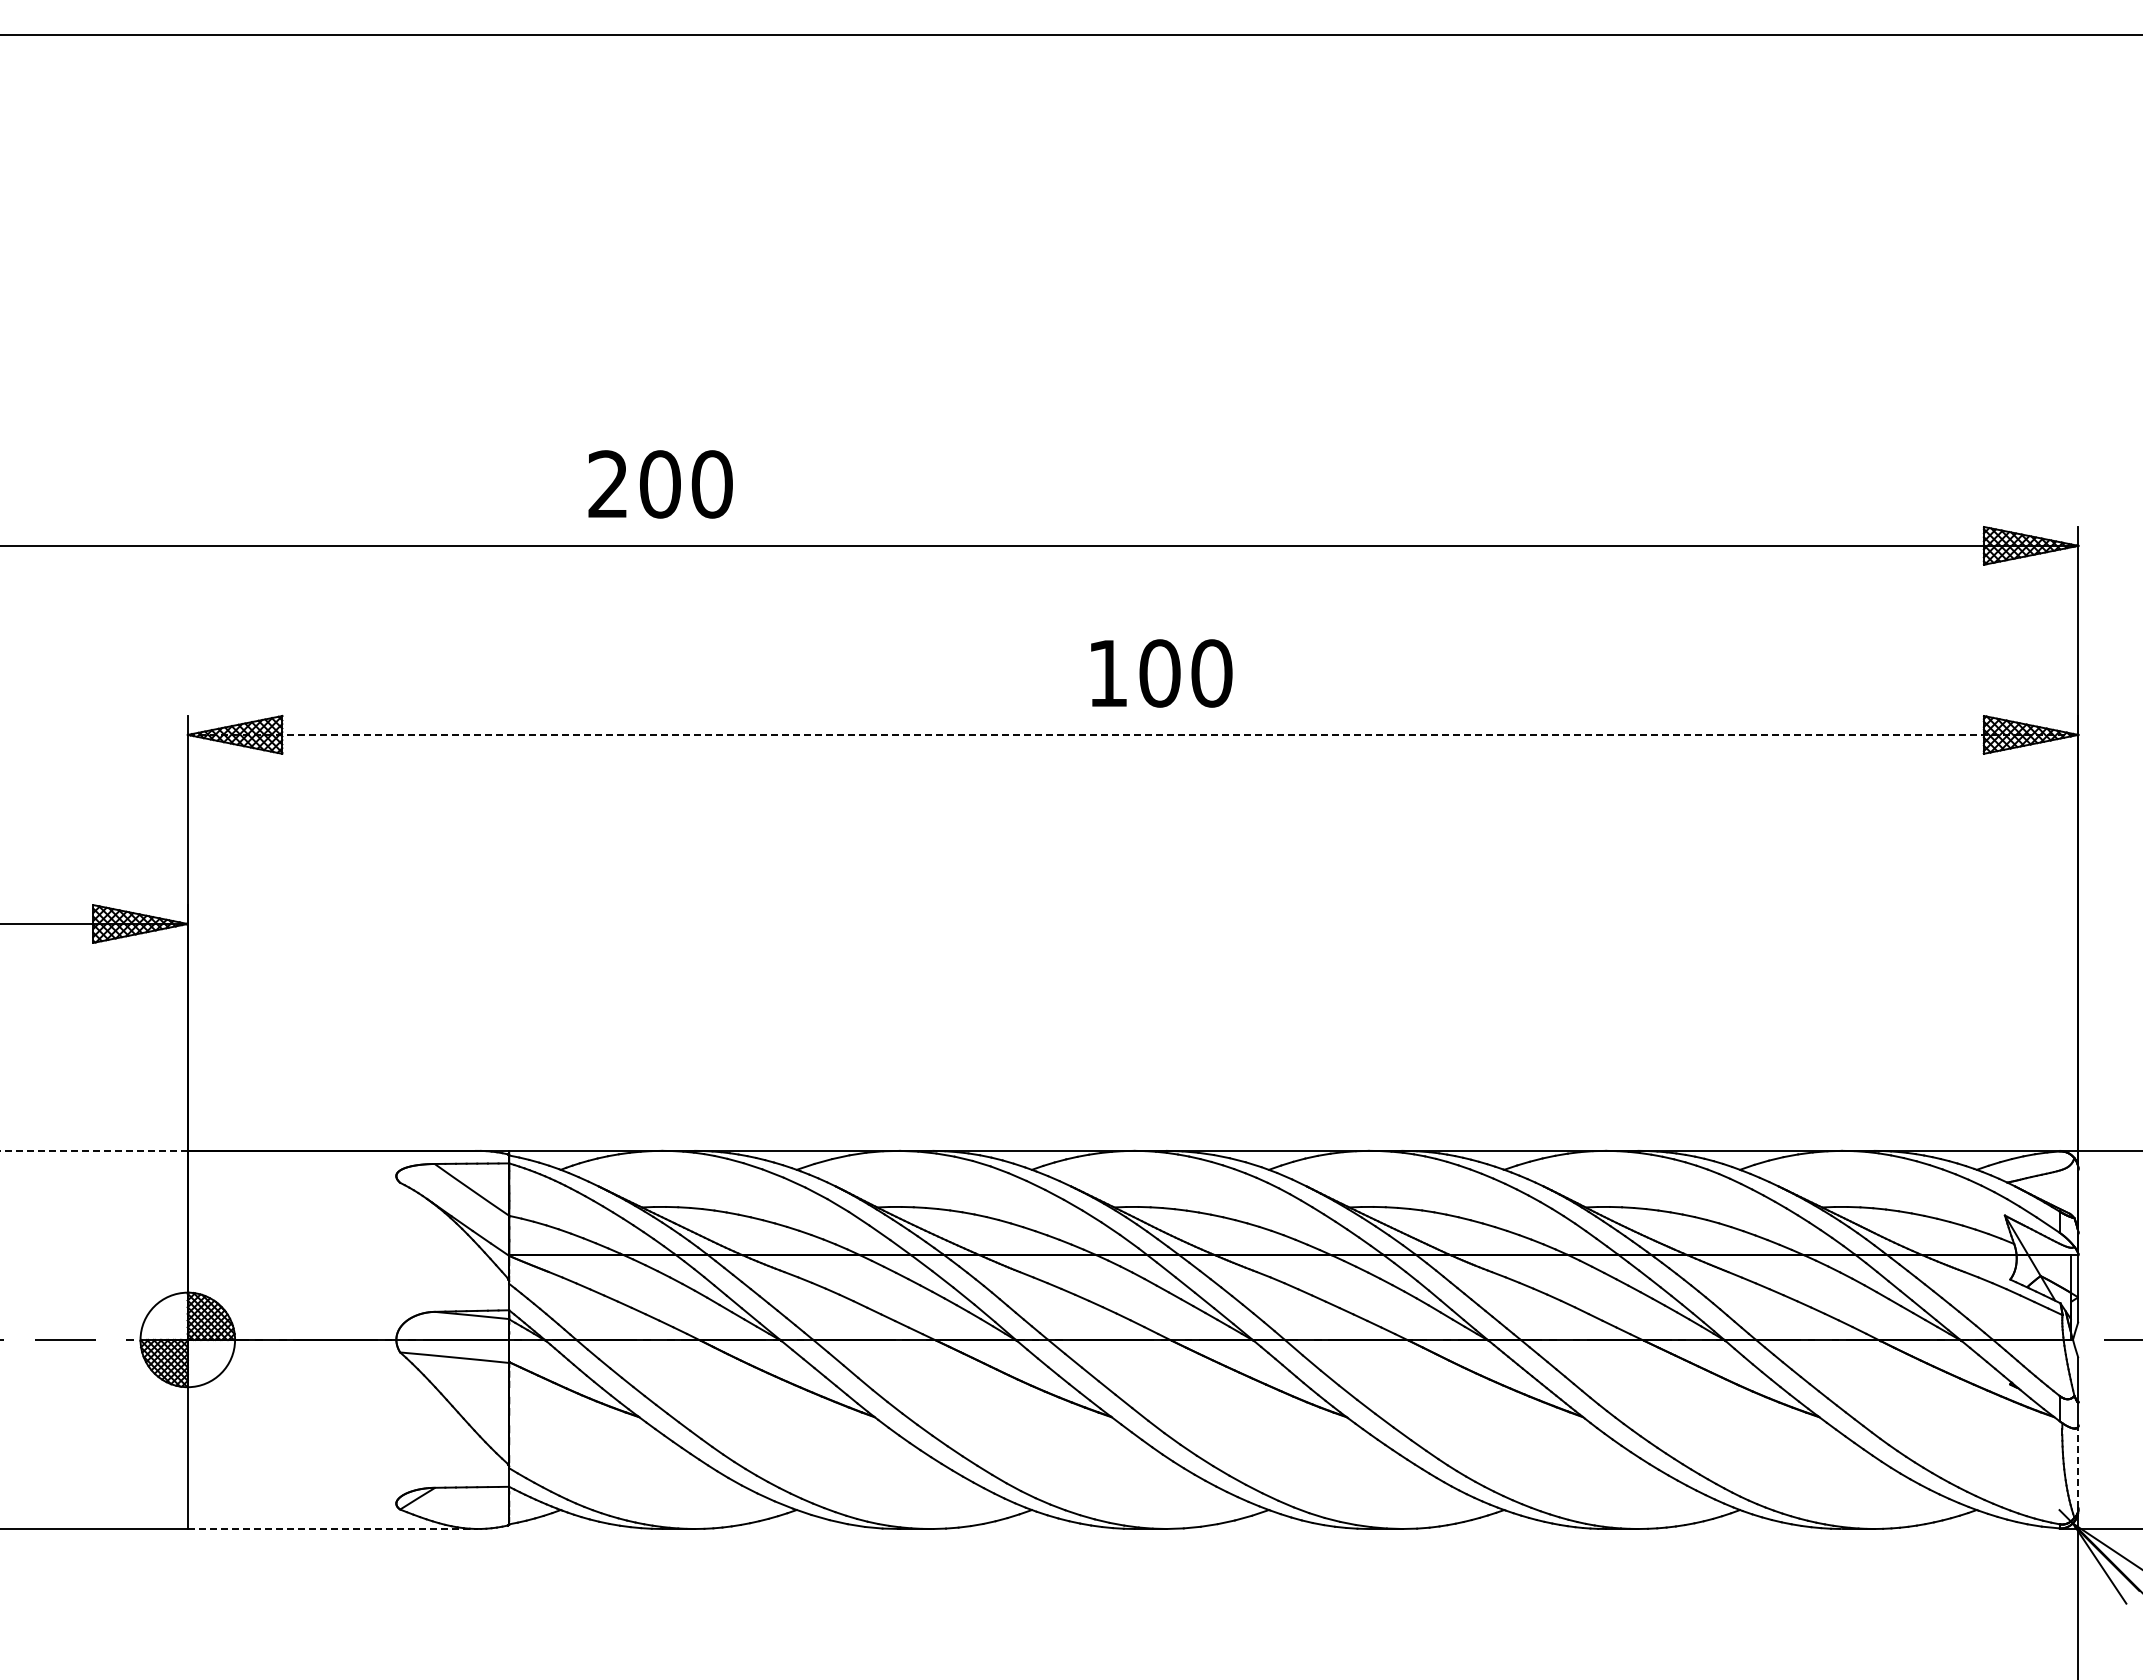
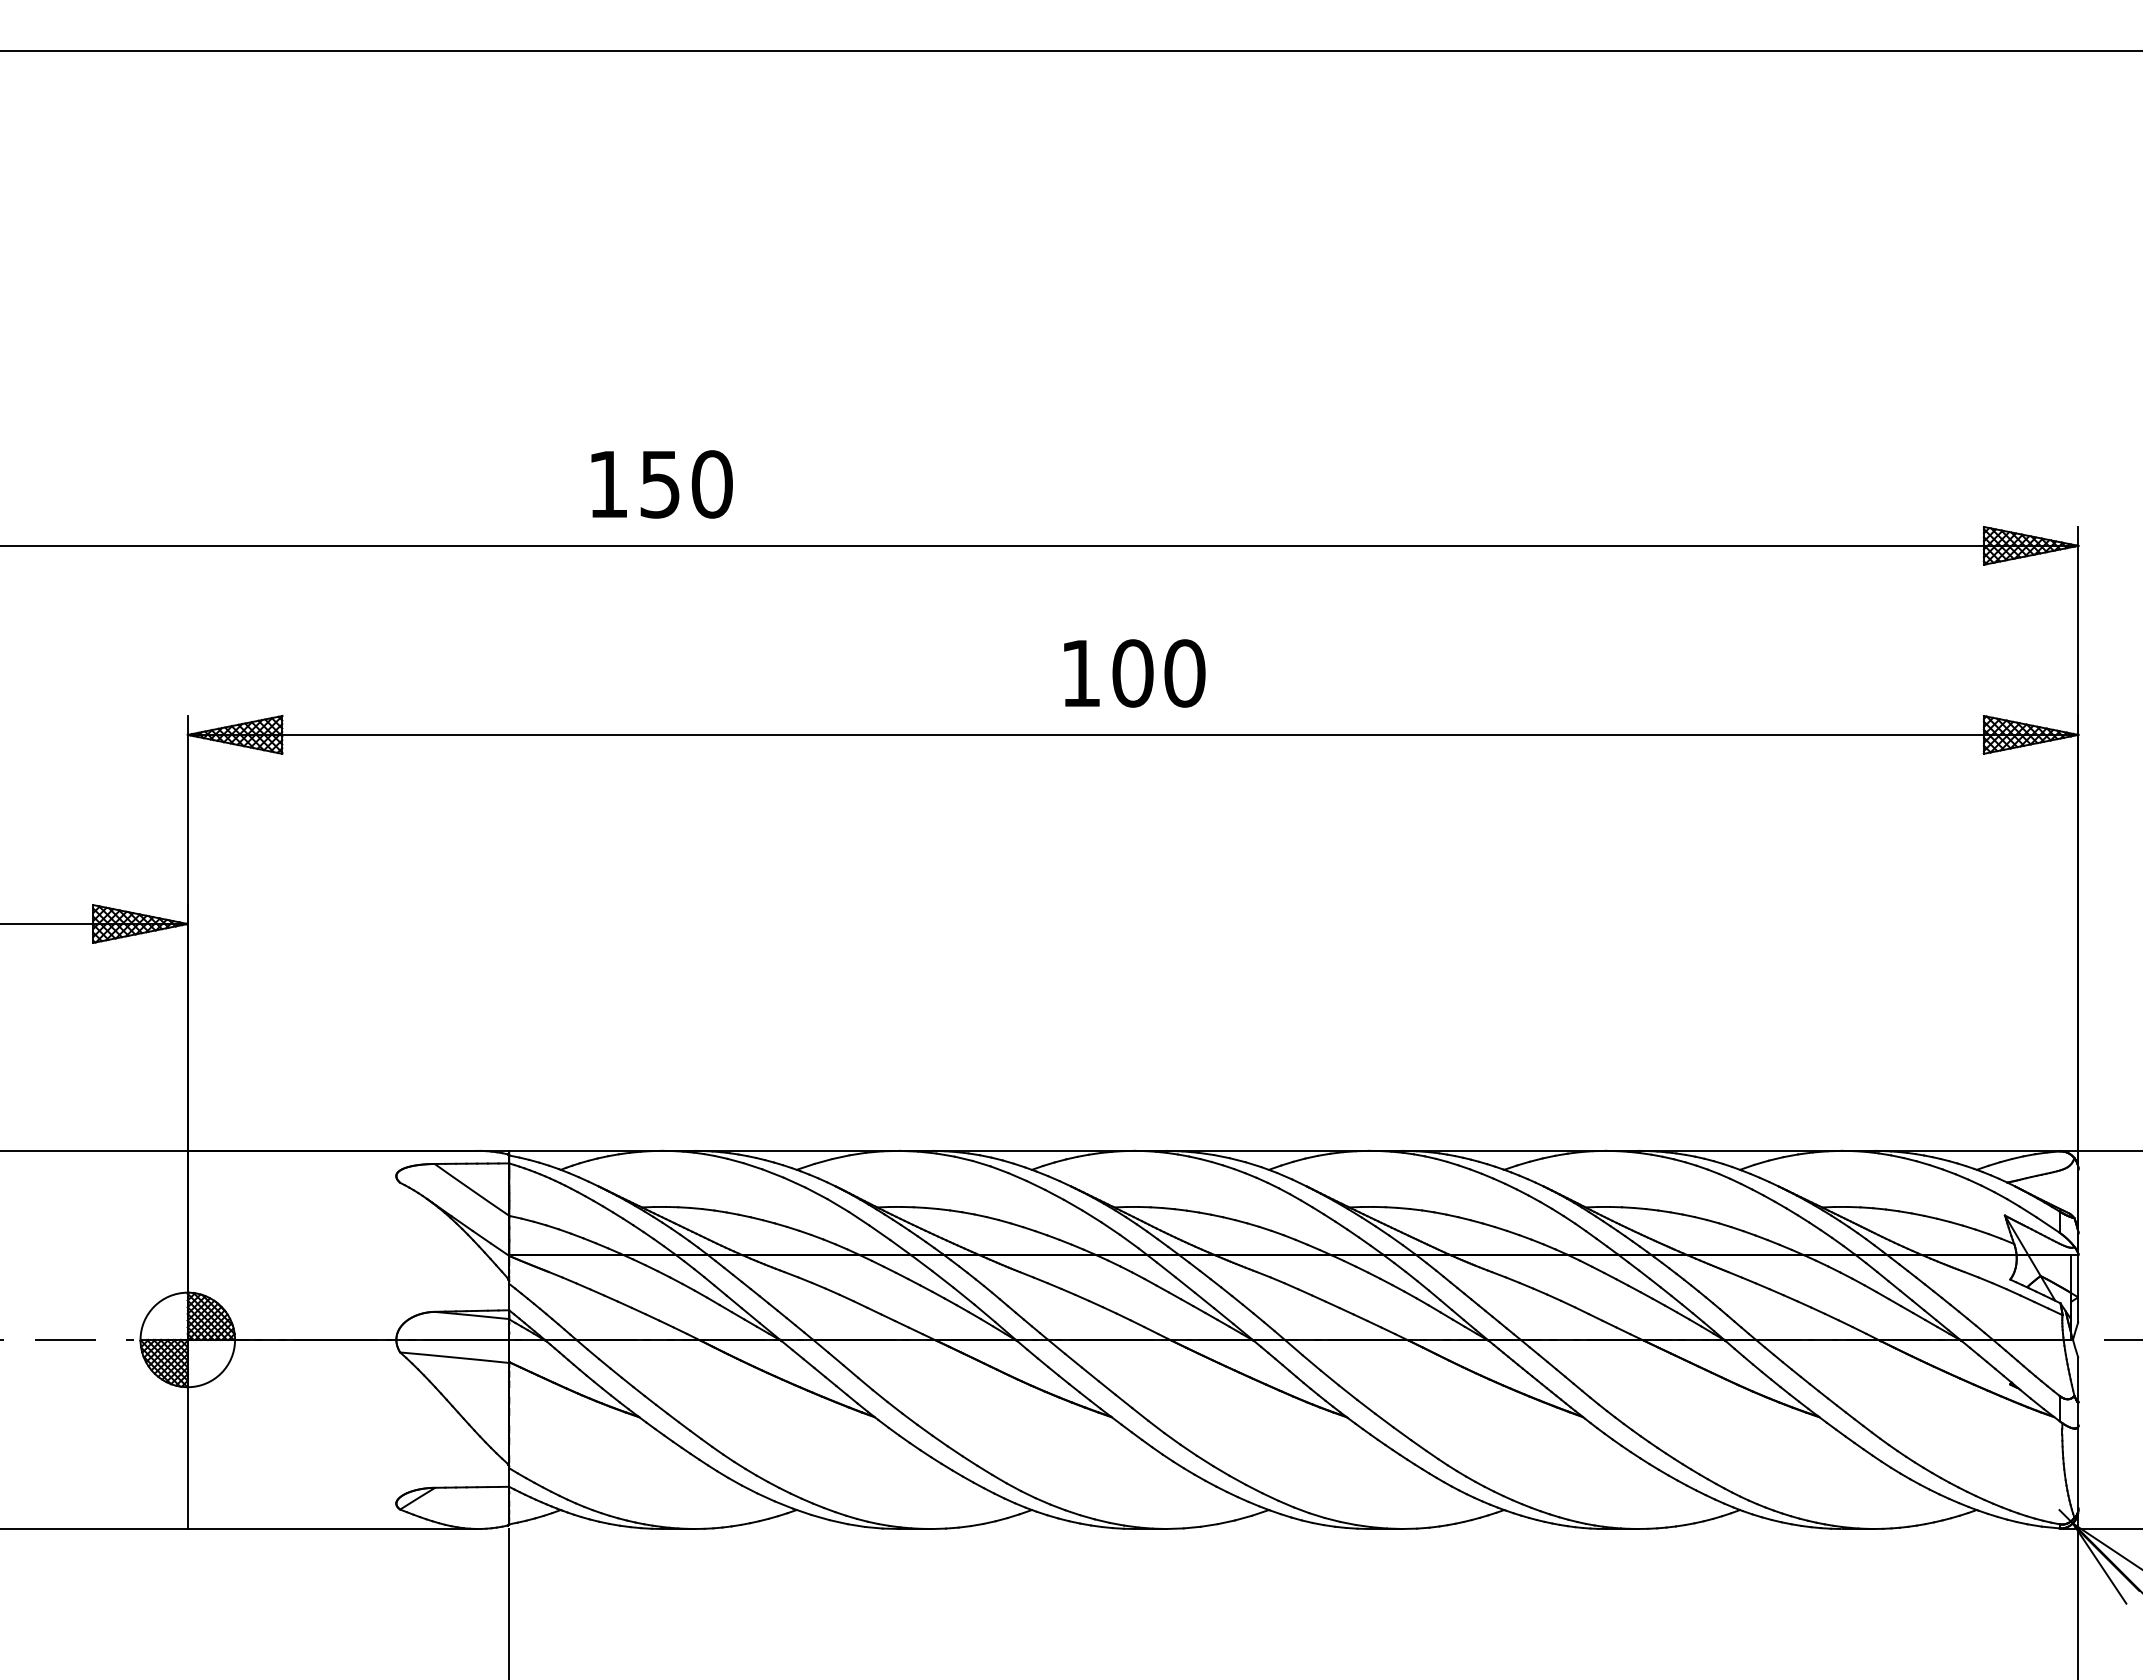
line at (1070, 34) position: (1070, 34) -> (1070, 50)
text at (634, 484): 200 -> 150
text at (1161, 673) position: (1161, 673) -> (1134, 673)
line at (1133, 734): dashed -> solid
line at (93, 1150): dashed -> solid
line at (2078, 1466): dashed -> solid
line at (333, 1529): dashed -> solid
line at (509, 1602): none -> present
